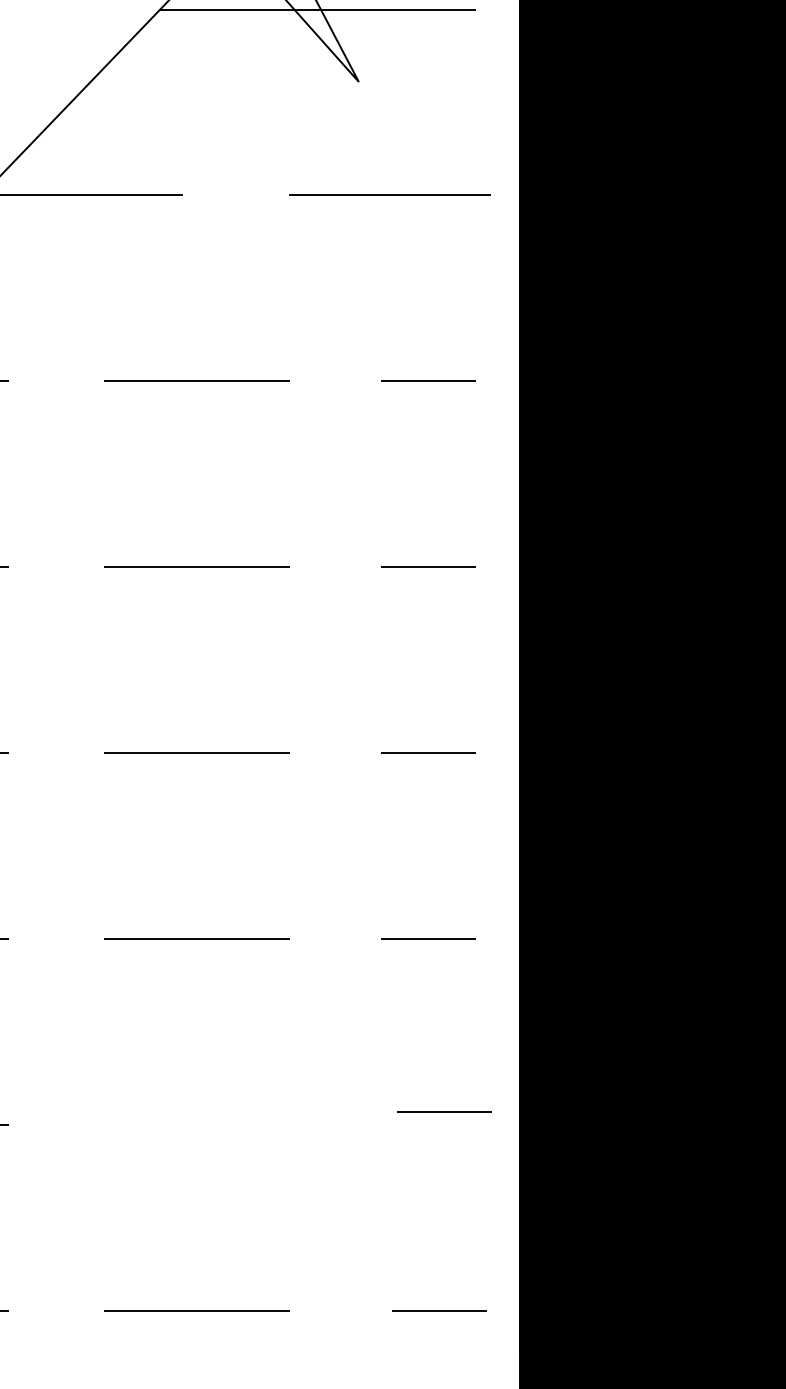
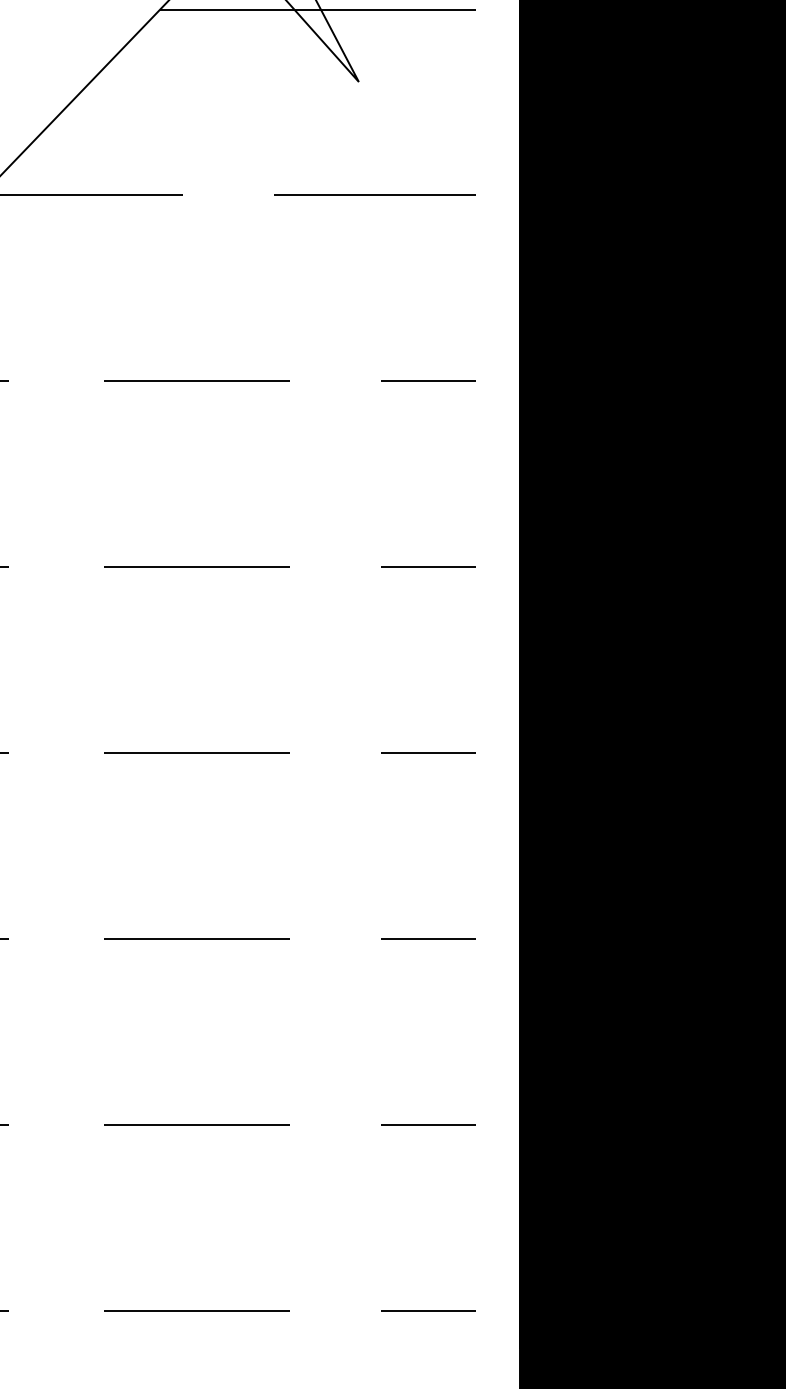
line at (389, 194) position: (389, 194) -> (374, 194)
line at (444, 1111) position: (444, 1111) -> (428, 1124)
line at (196, 1124): none -> present
line at (439, 1310) position: (439, 1310) -> (428, 1310)
